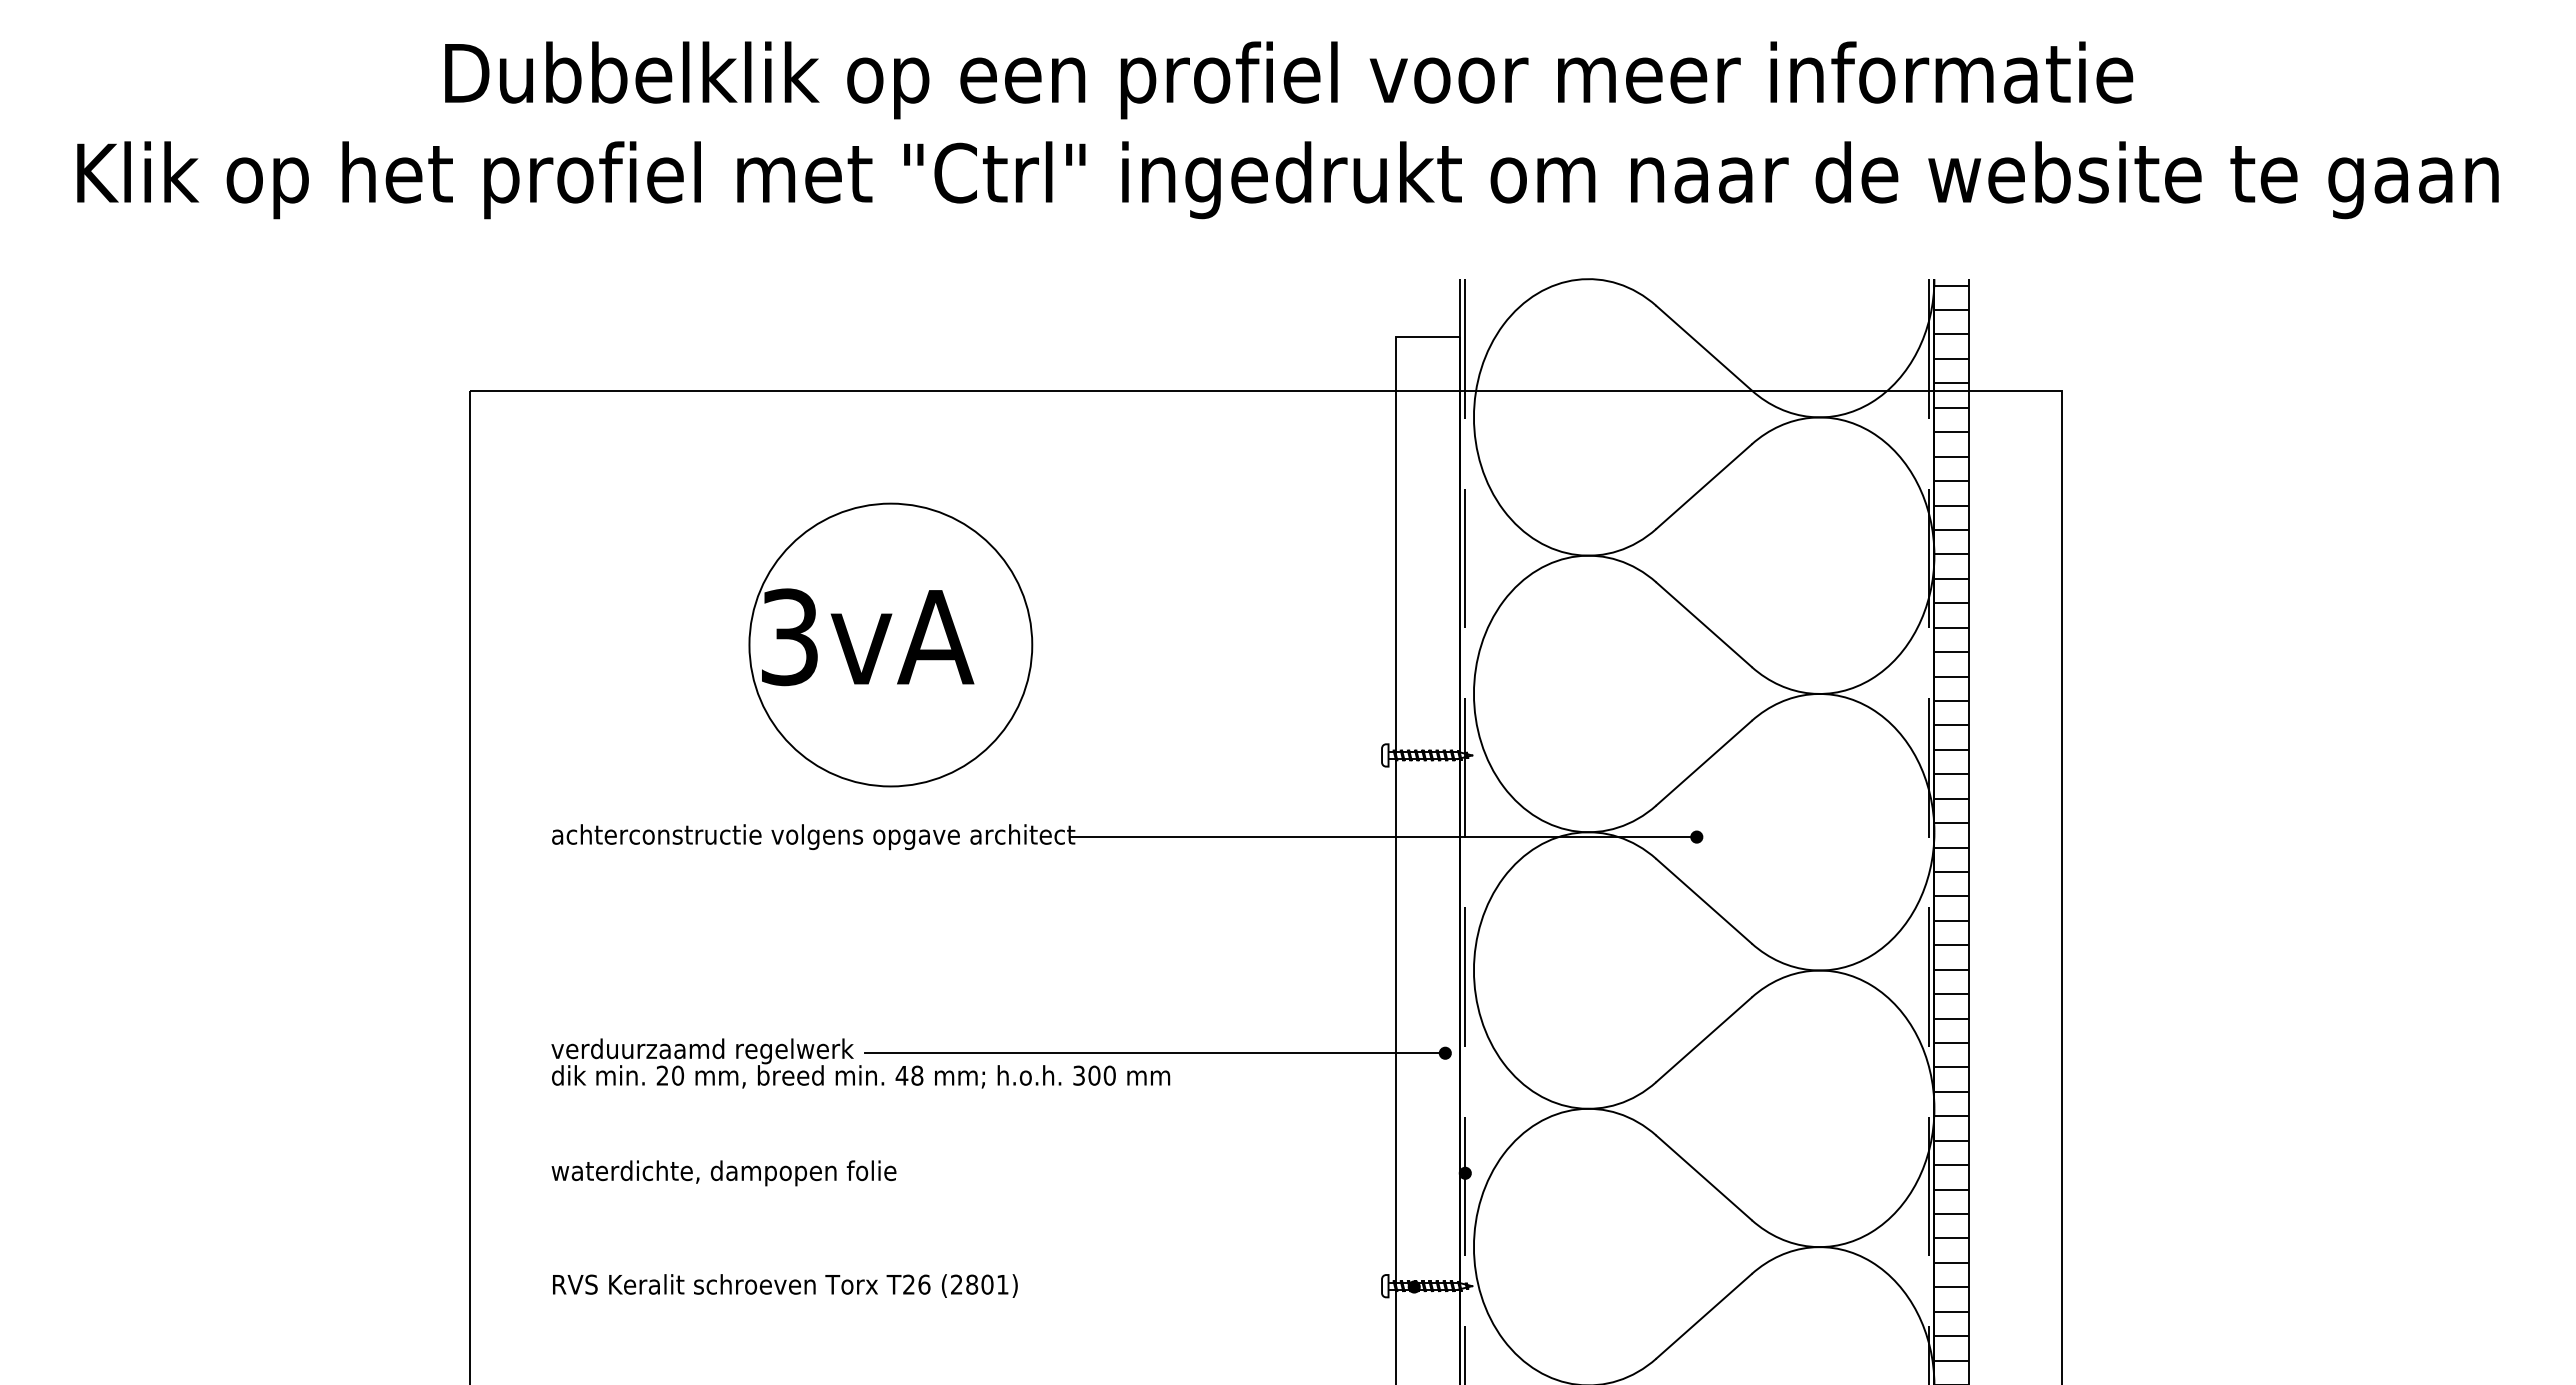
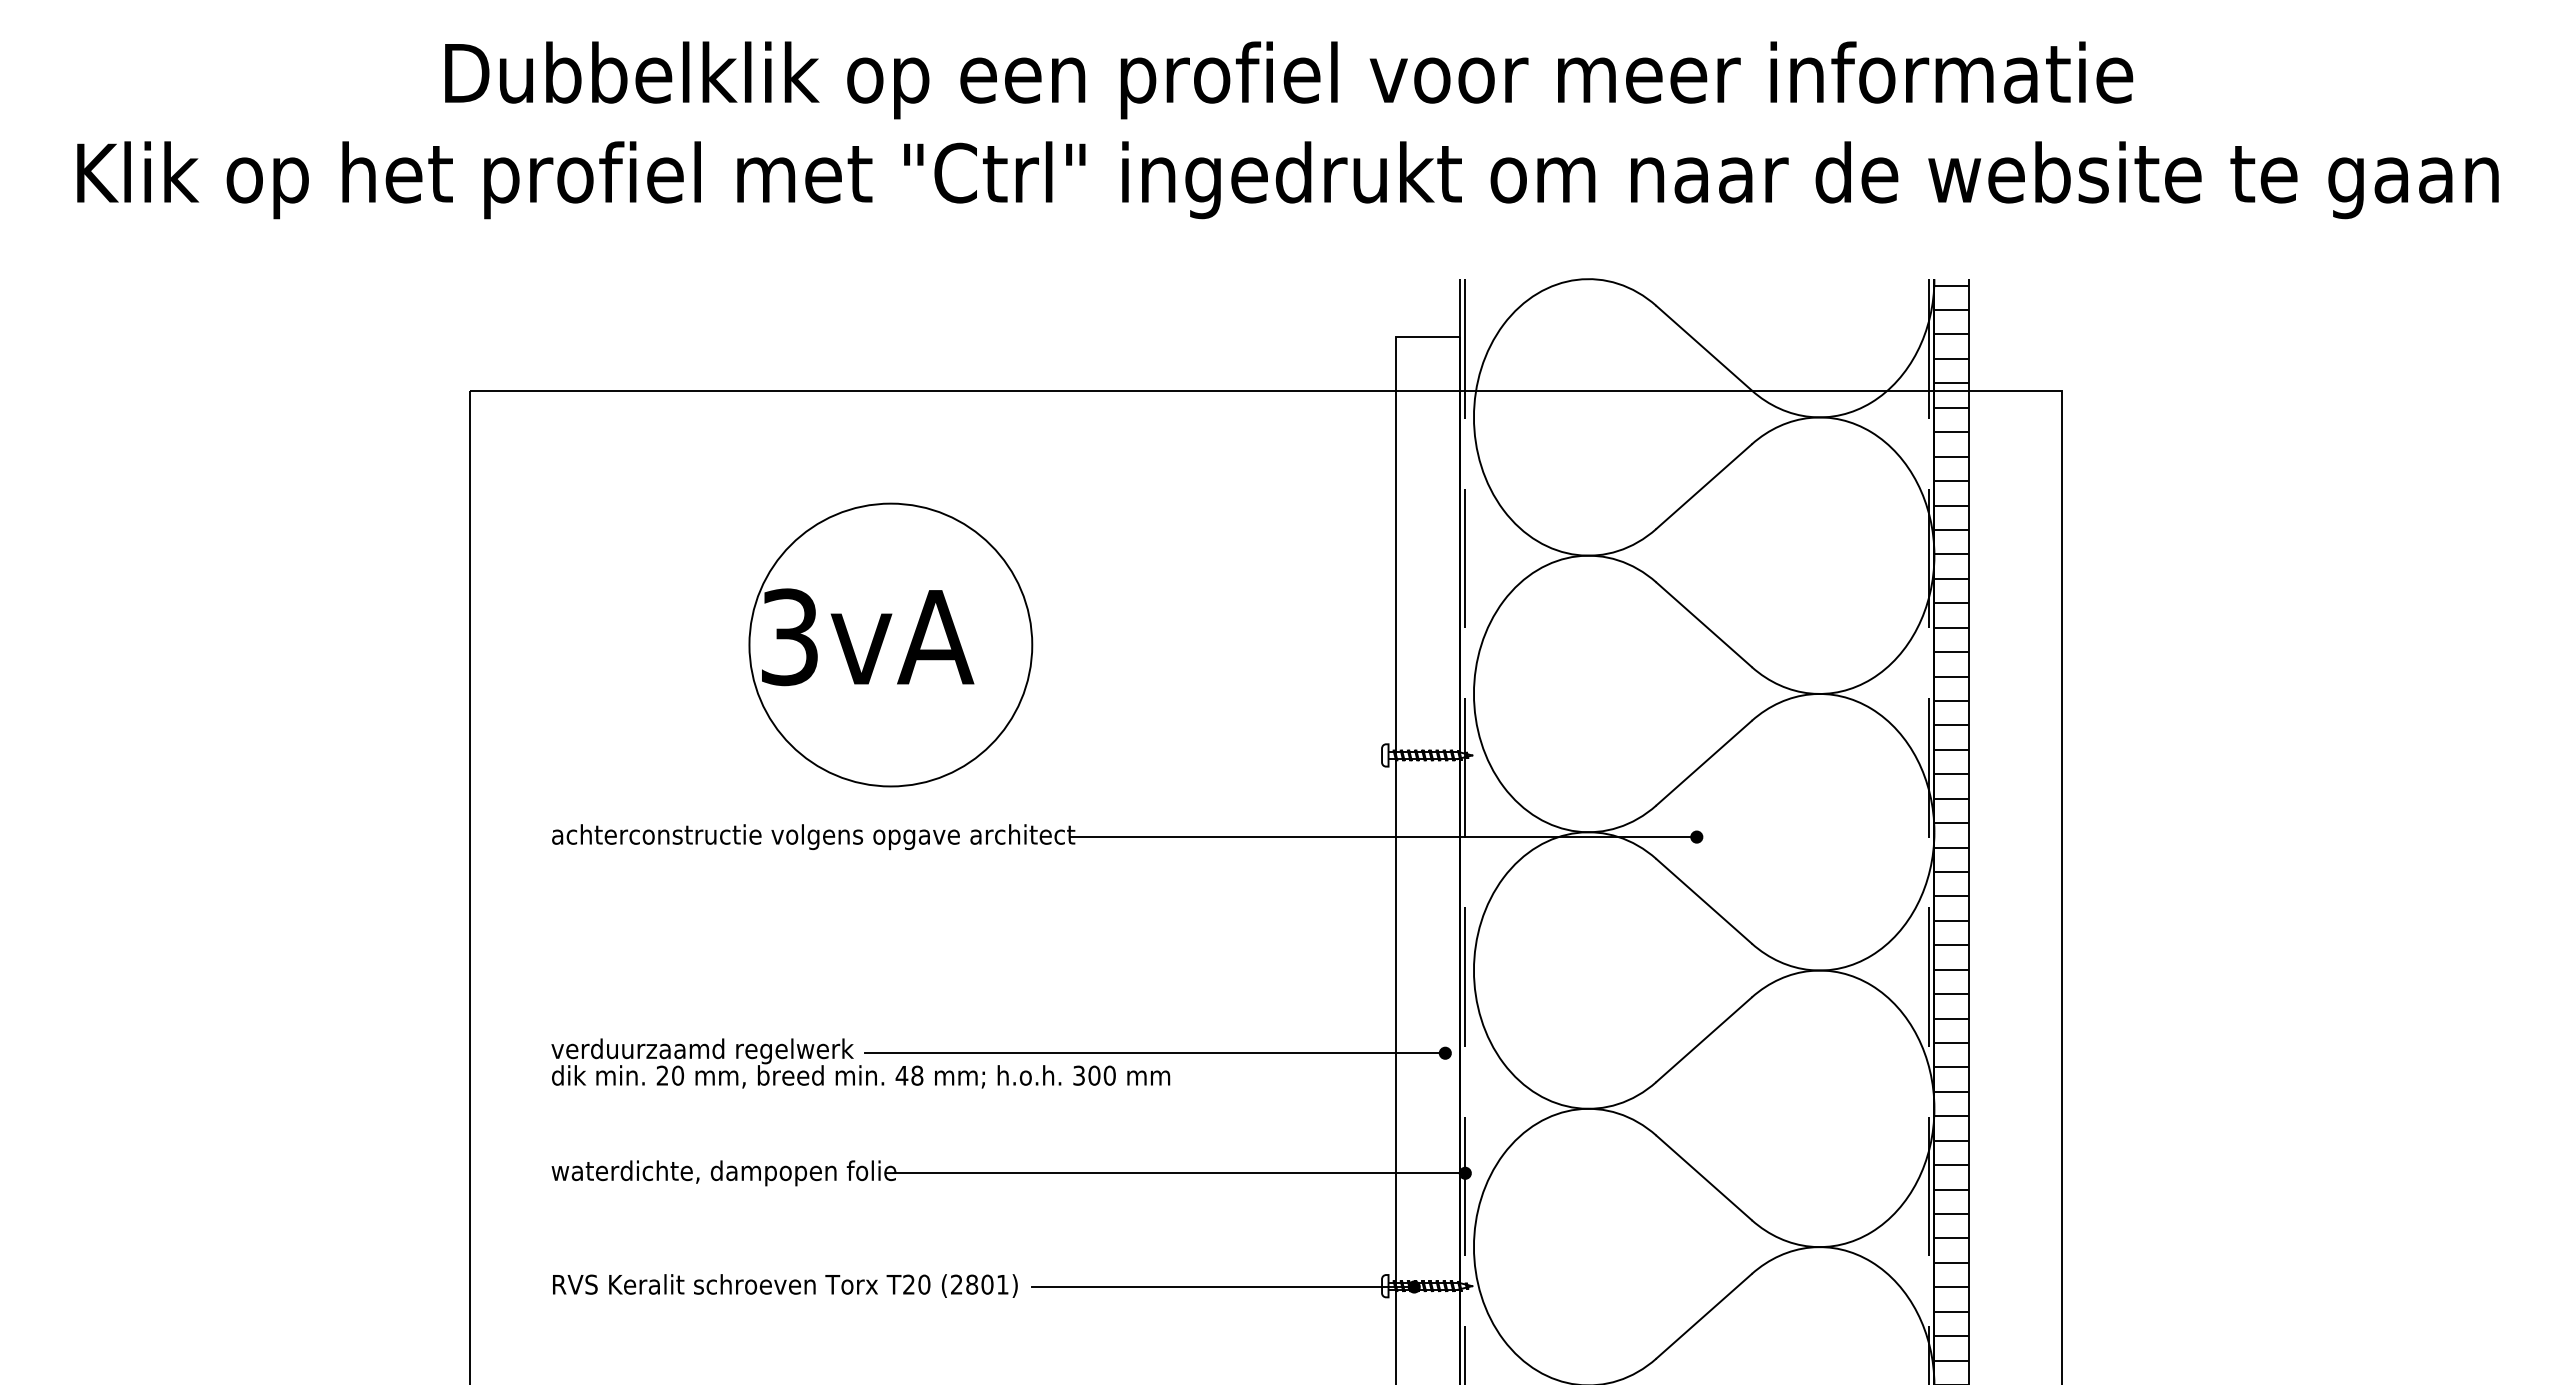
line at (1179, 1173): none -> present
text at (924, 1284): T26 -> T20
line at (1223, 1287): none -> present
